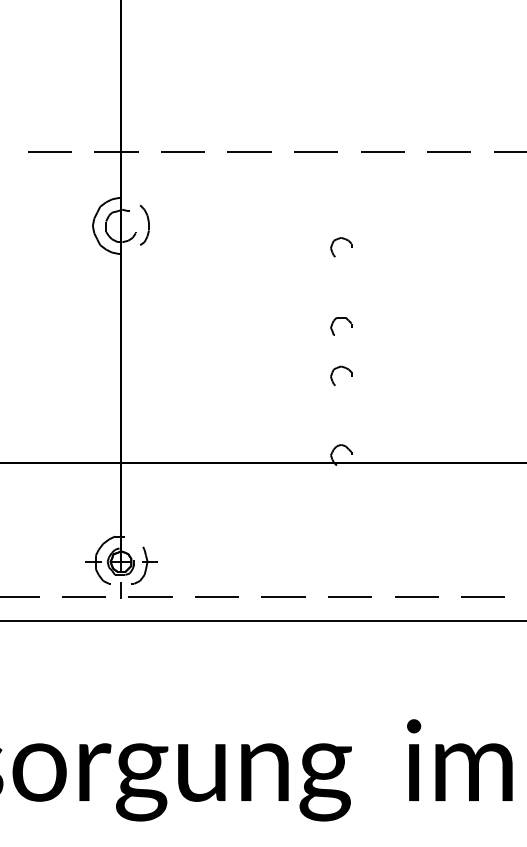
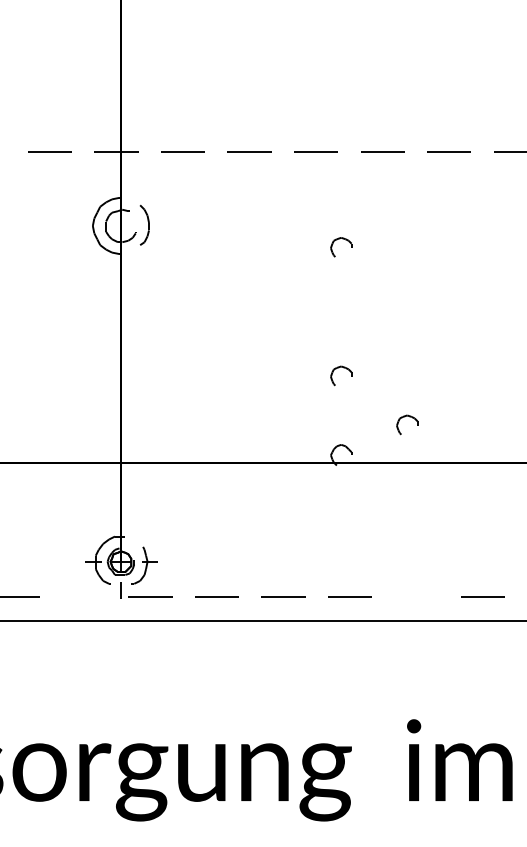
part at (341, 318): present -> none
part at (409, 417): none -> present
line at (83, 596): present -> none
line at (416, 596): present -> none
